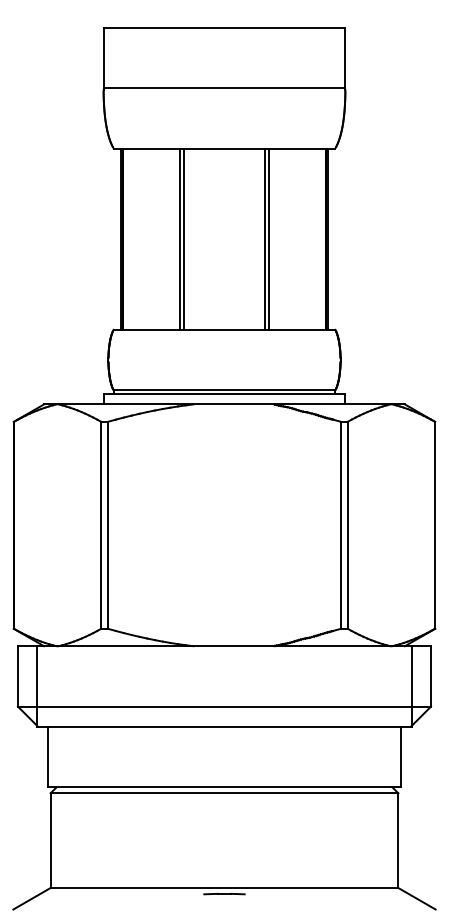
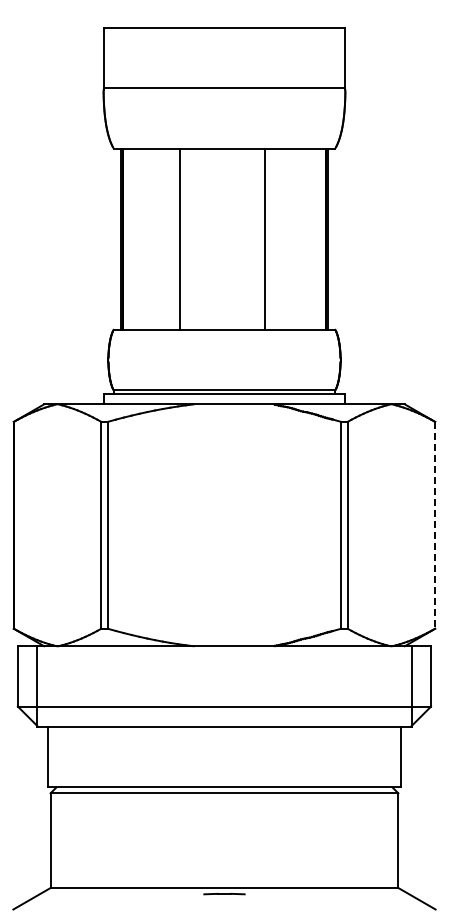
line at (184, 238): present -> none
line at (269, 238): present -> none
line at (435, 525): solid -> dashed
